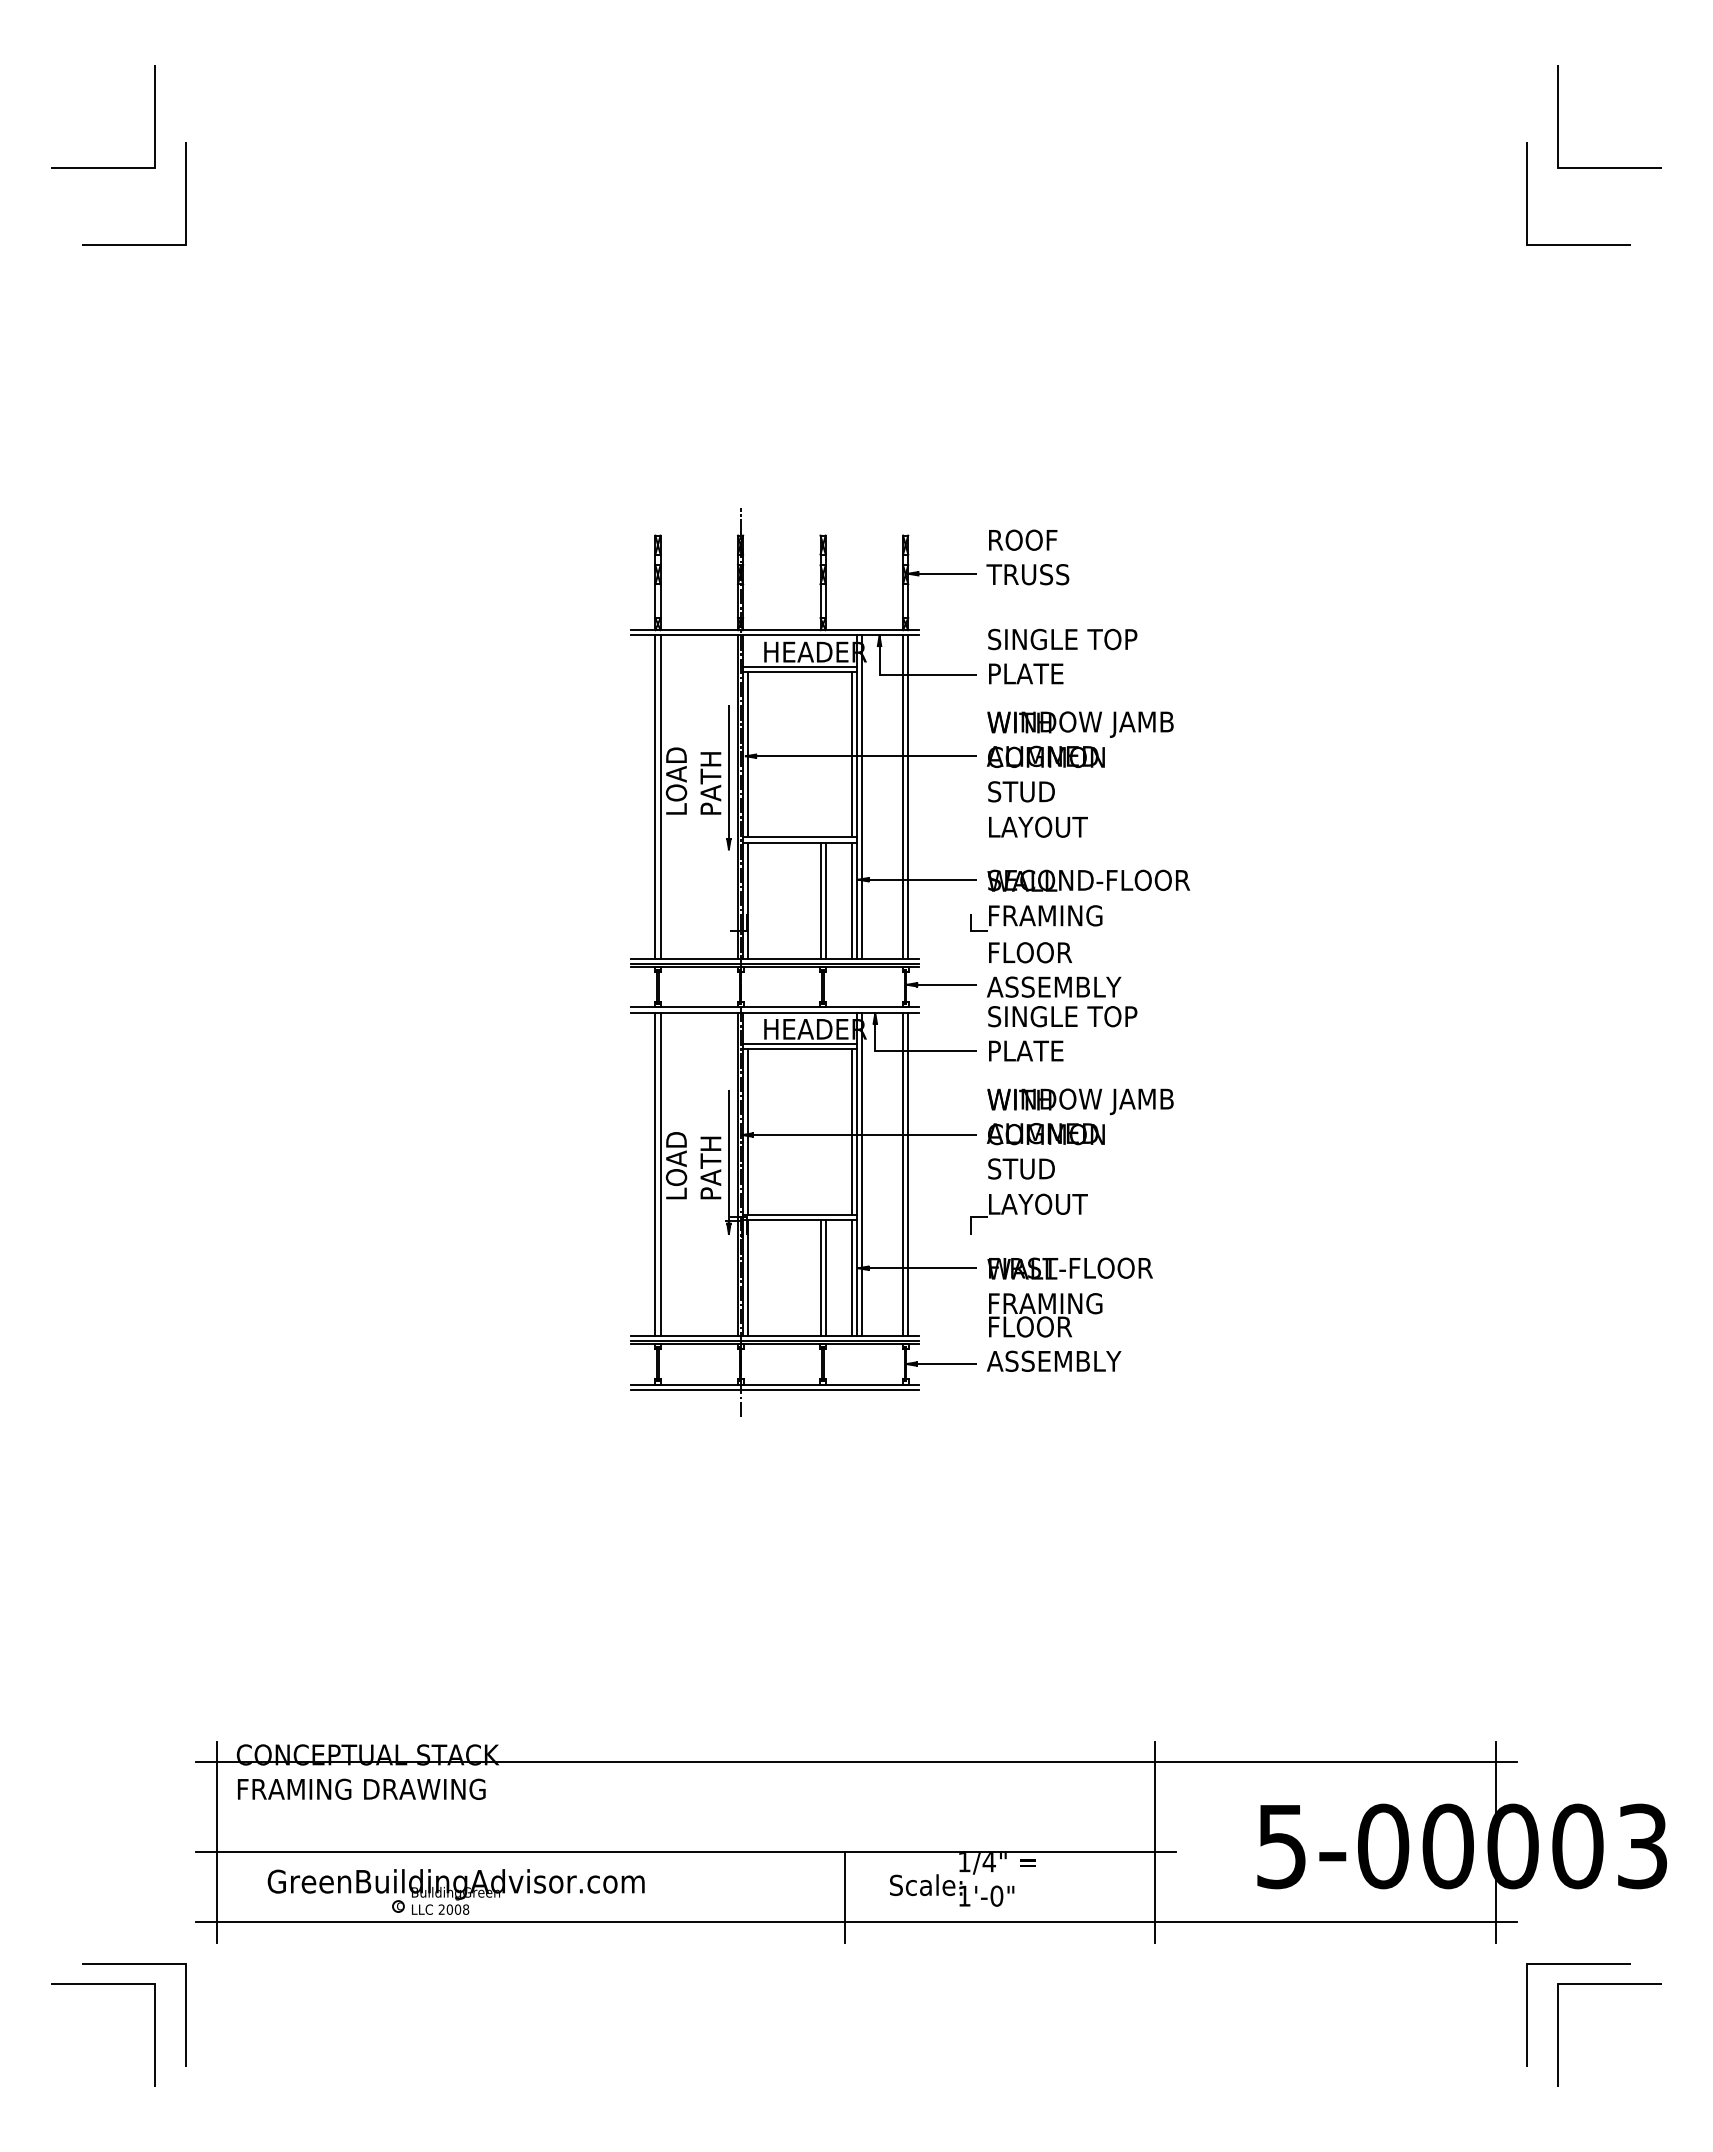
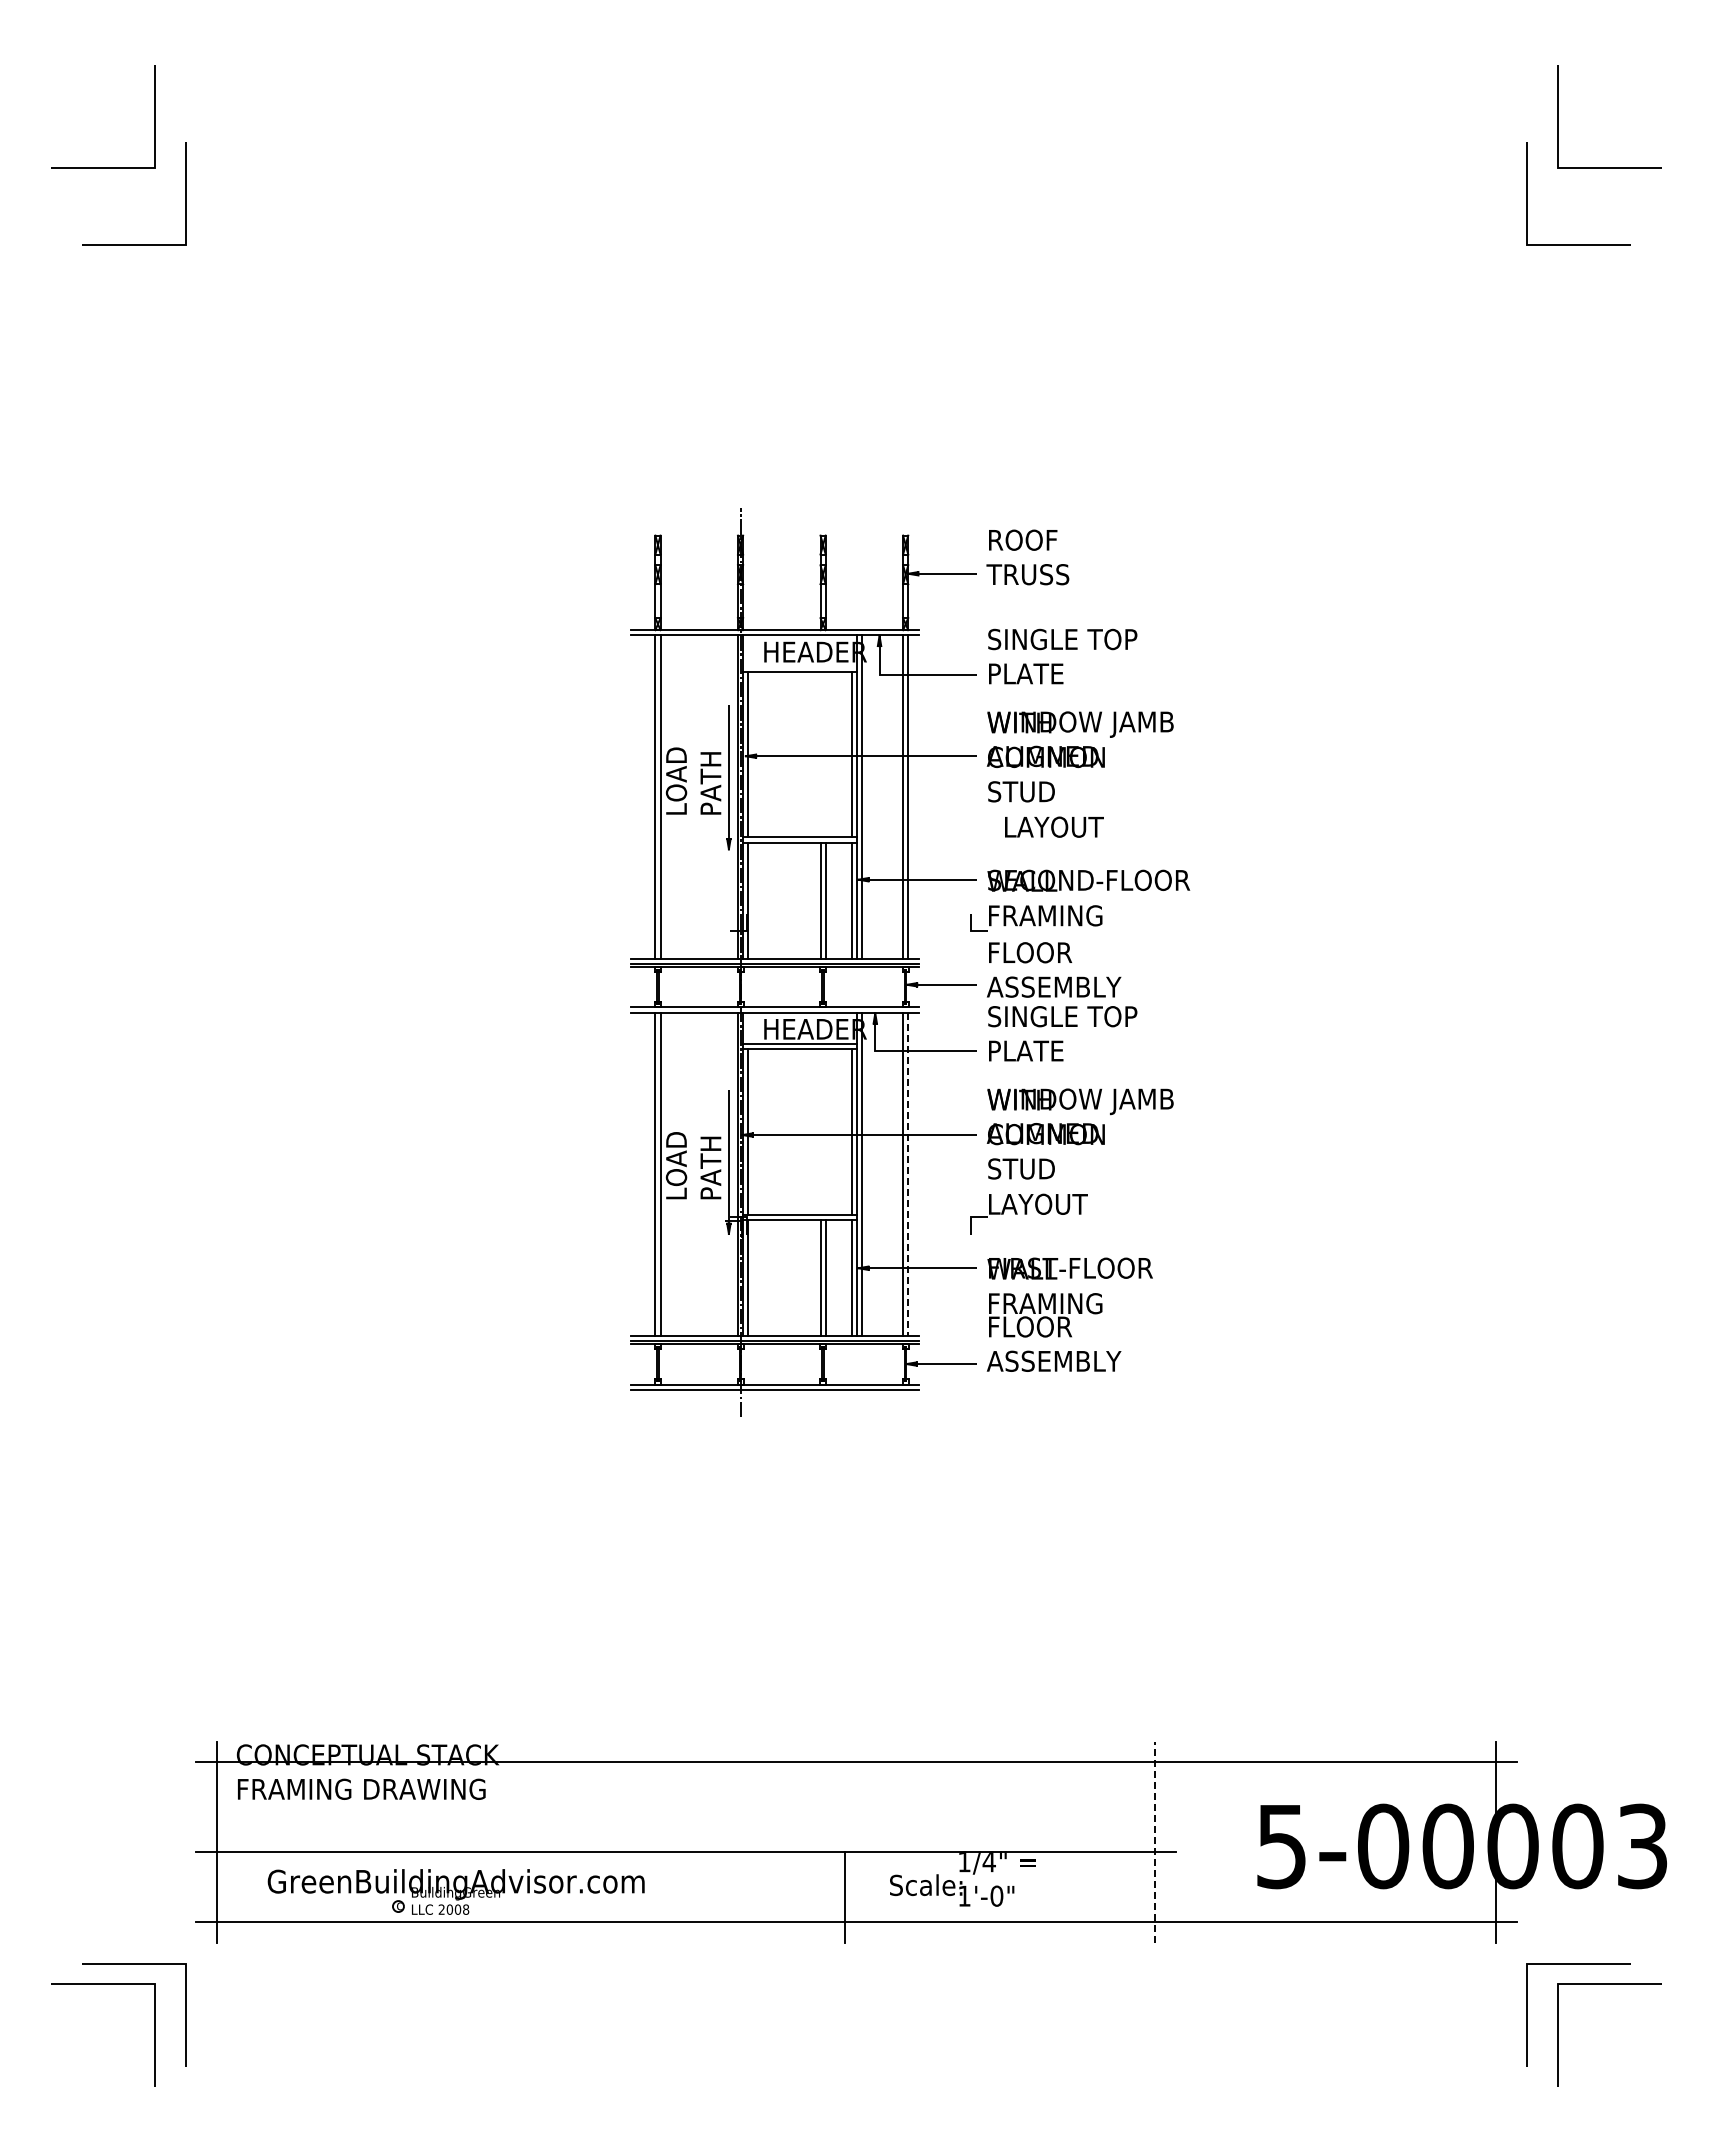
line at (799, 667): present -> none
text at (1038, 826) position: (1038, 826) -> (1054, 826)
line at (908, 1174): solid -> dashed
line at (1155, 1842): solid -> dashed
